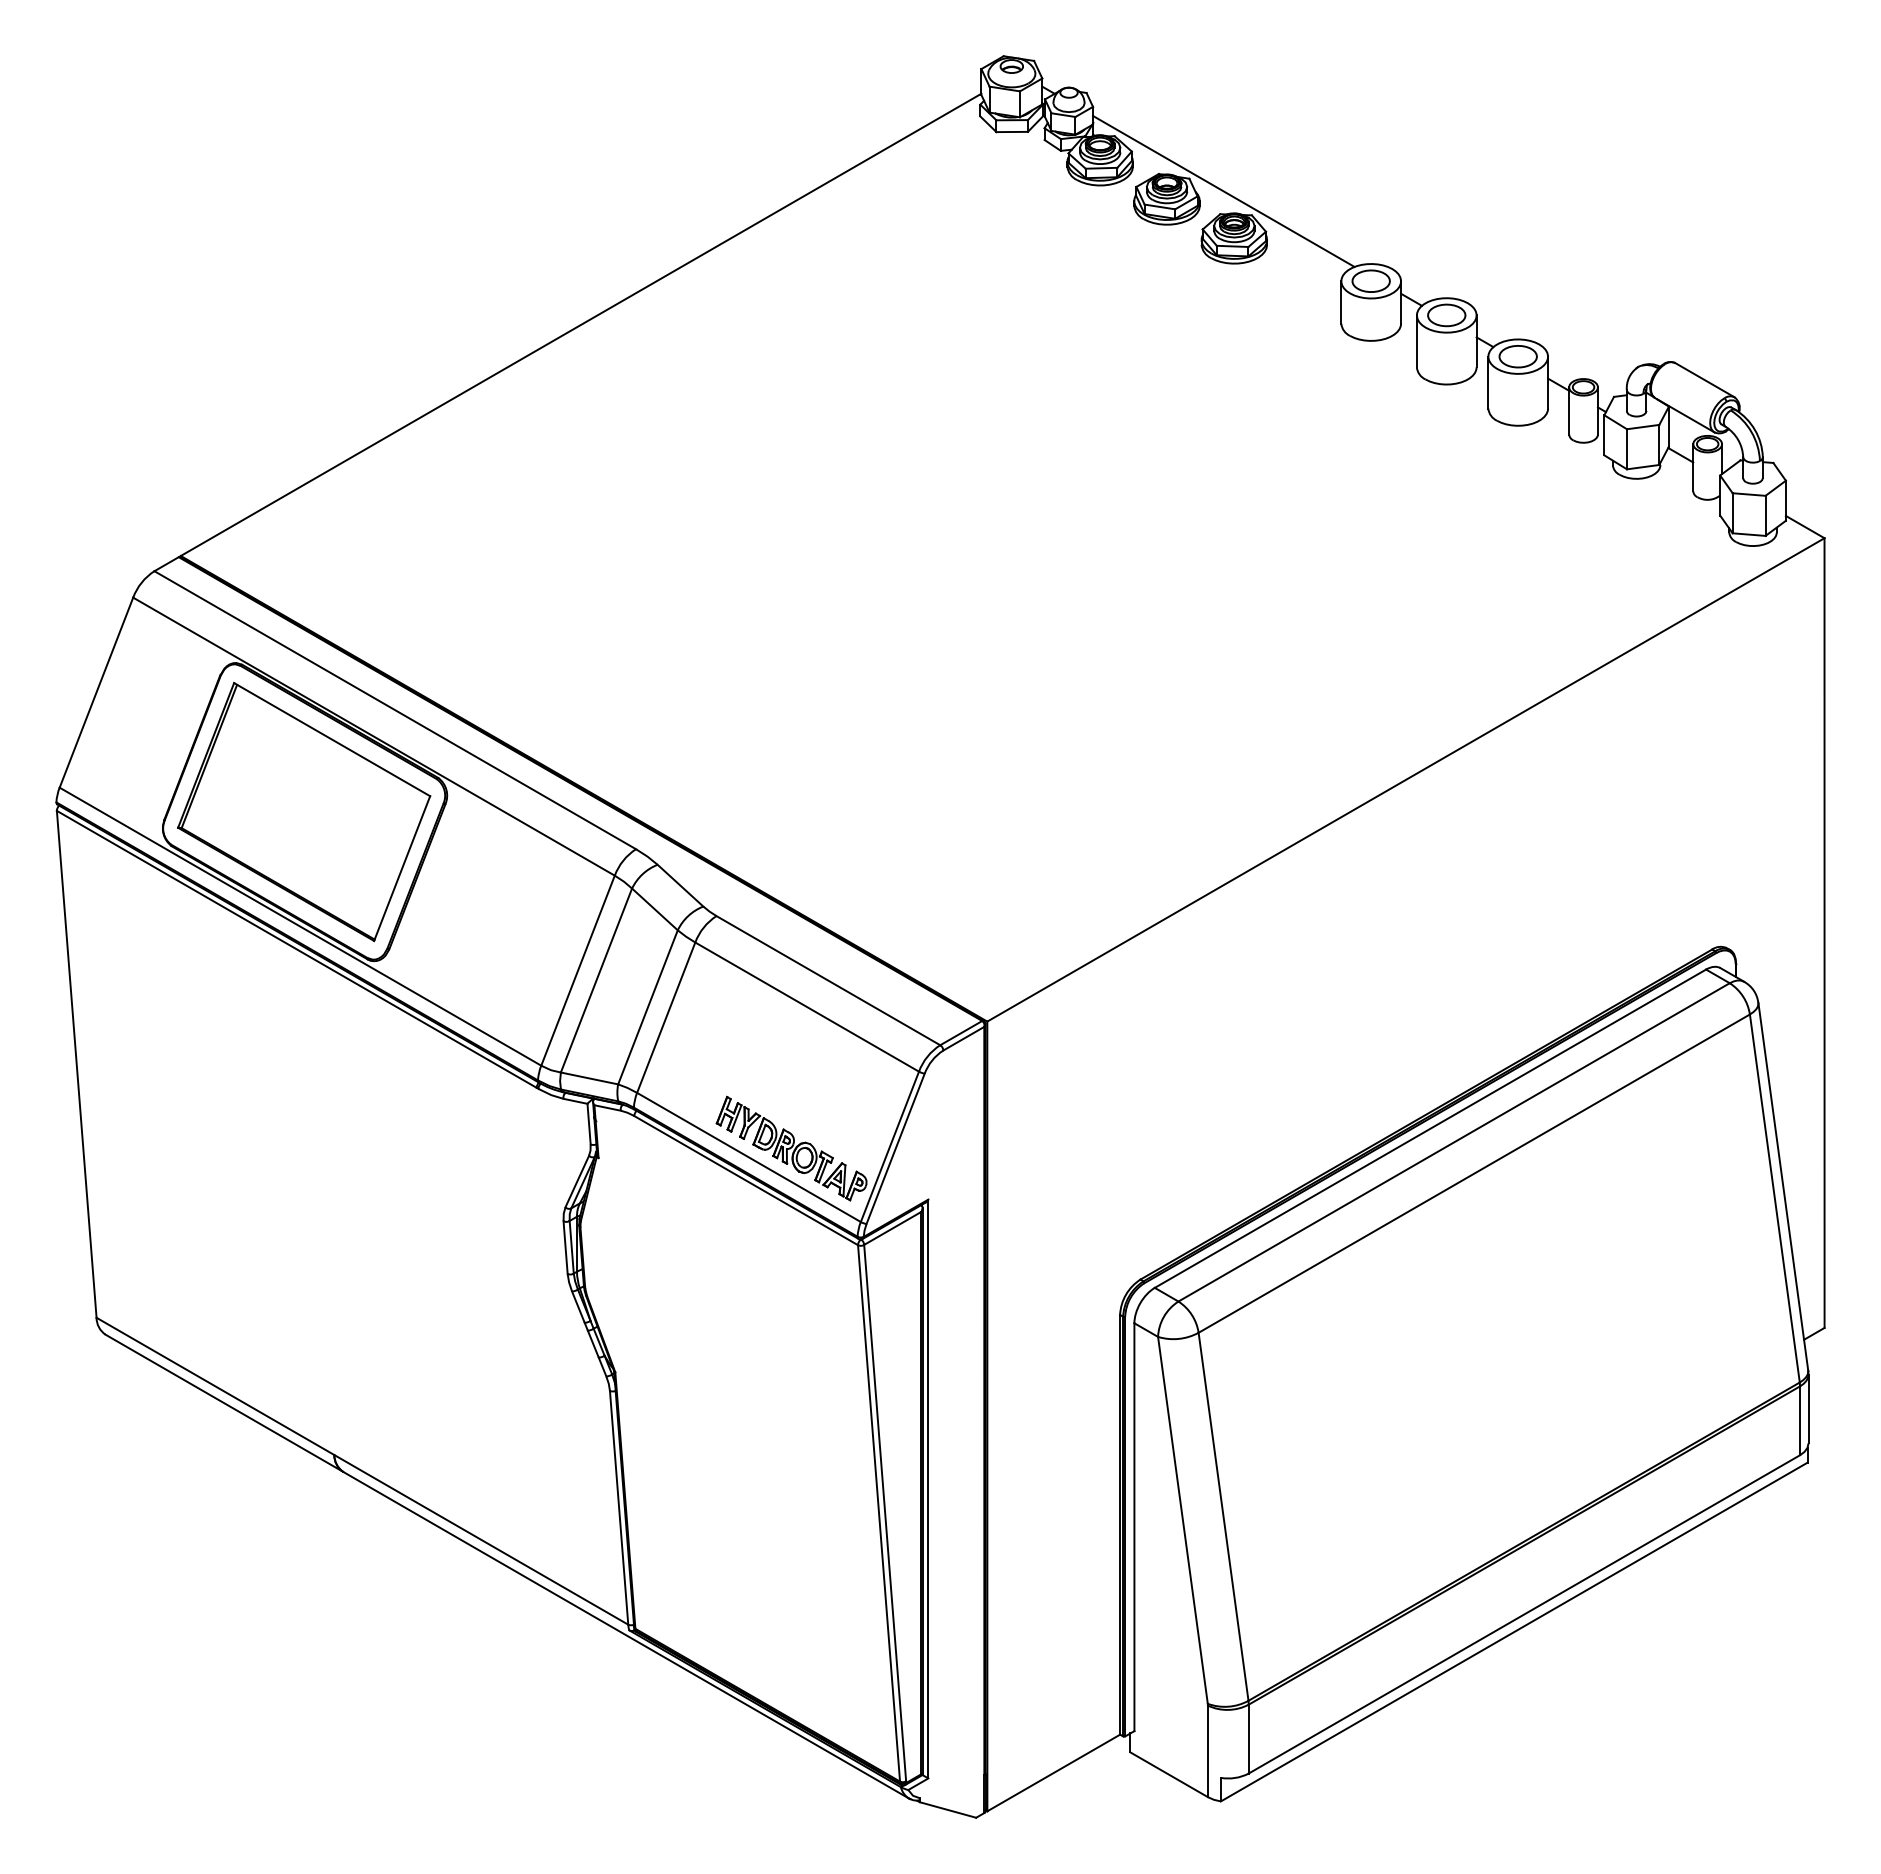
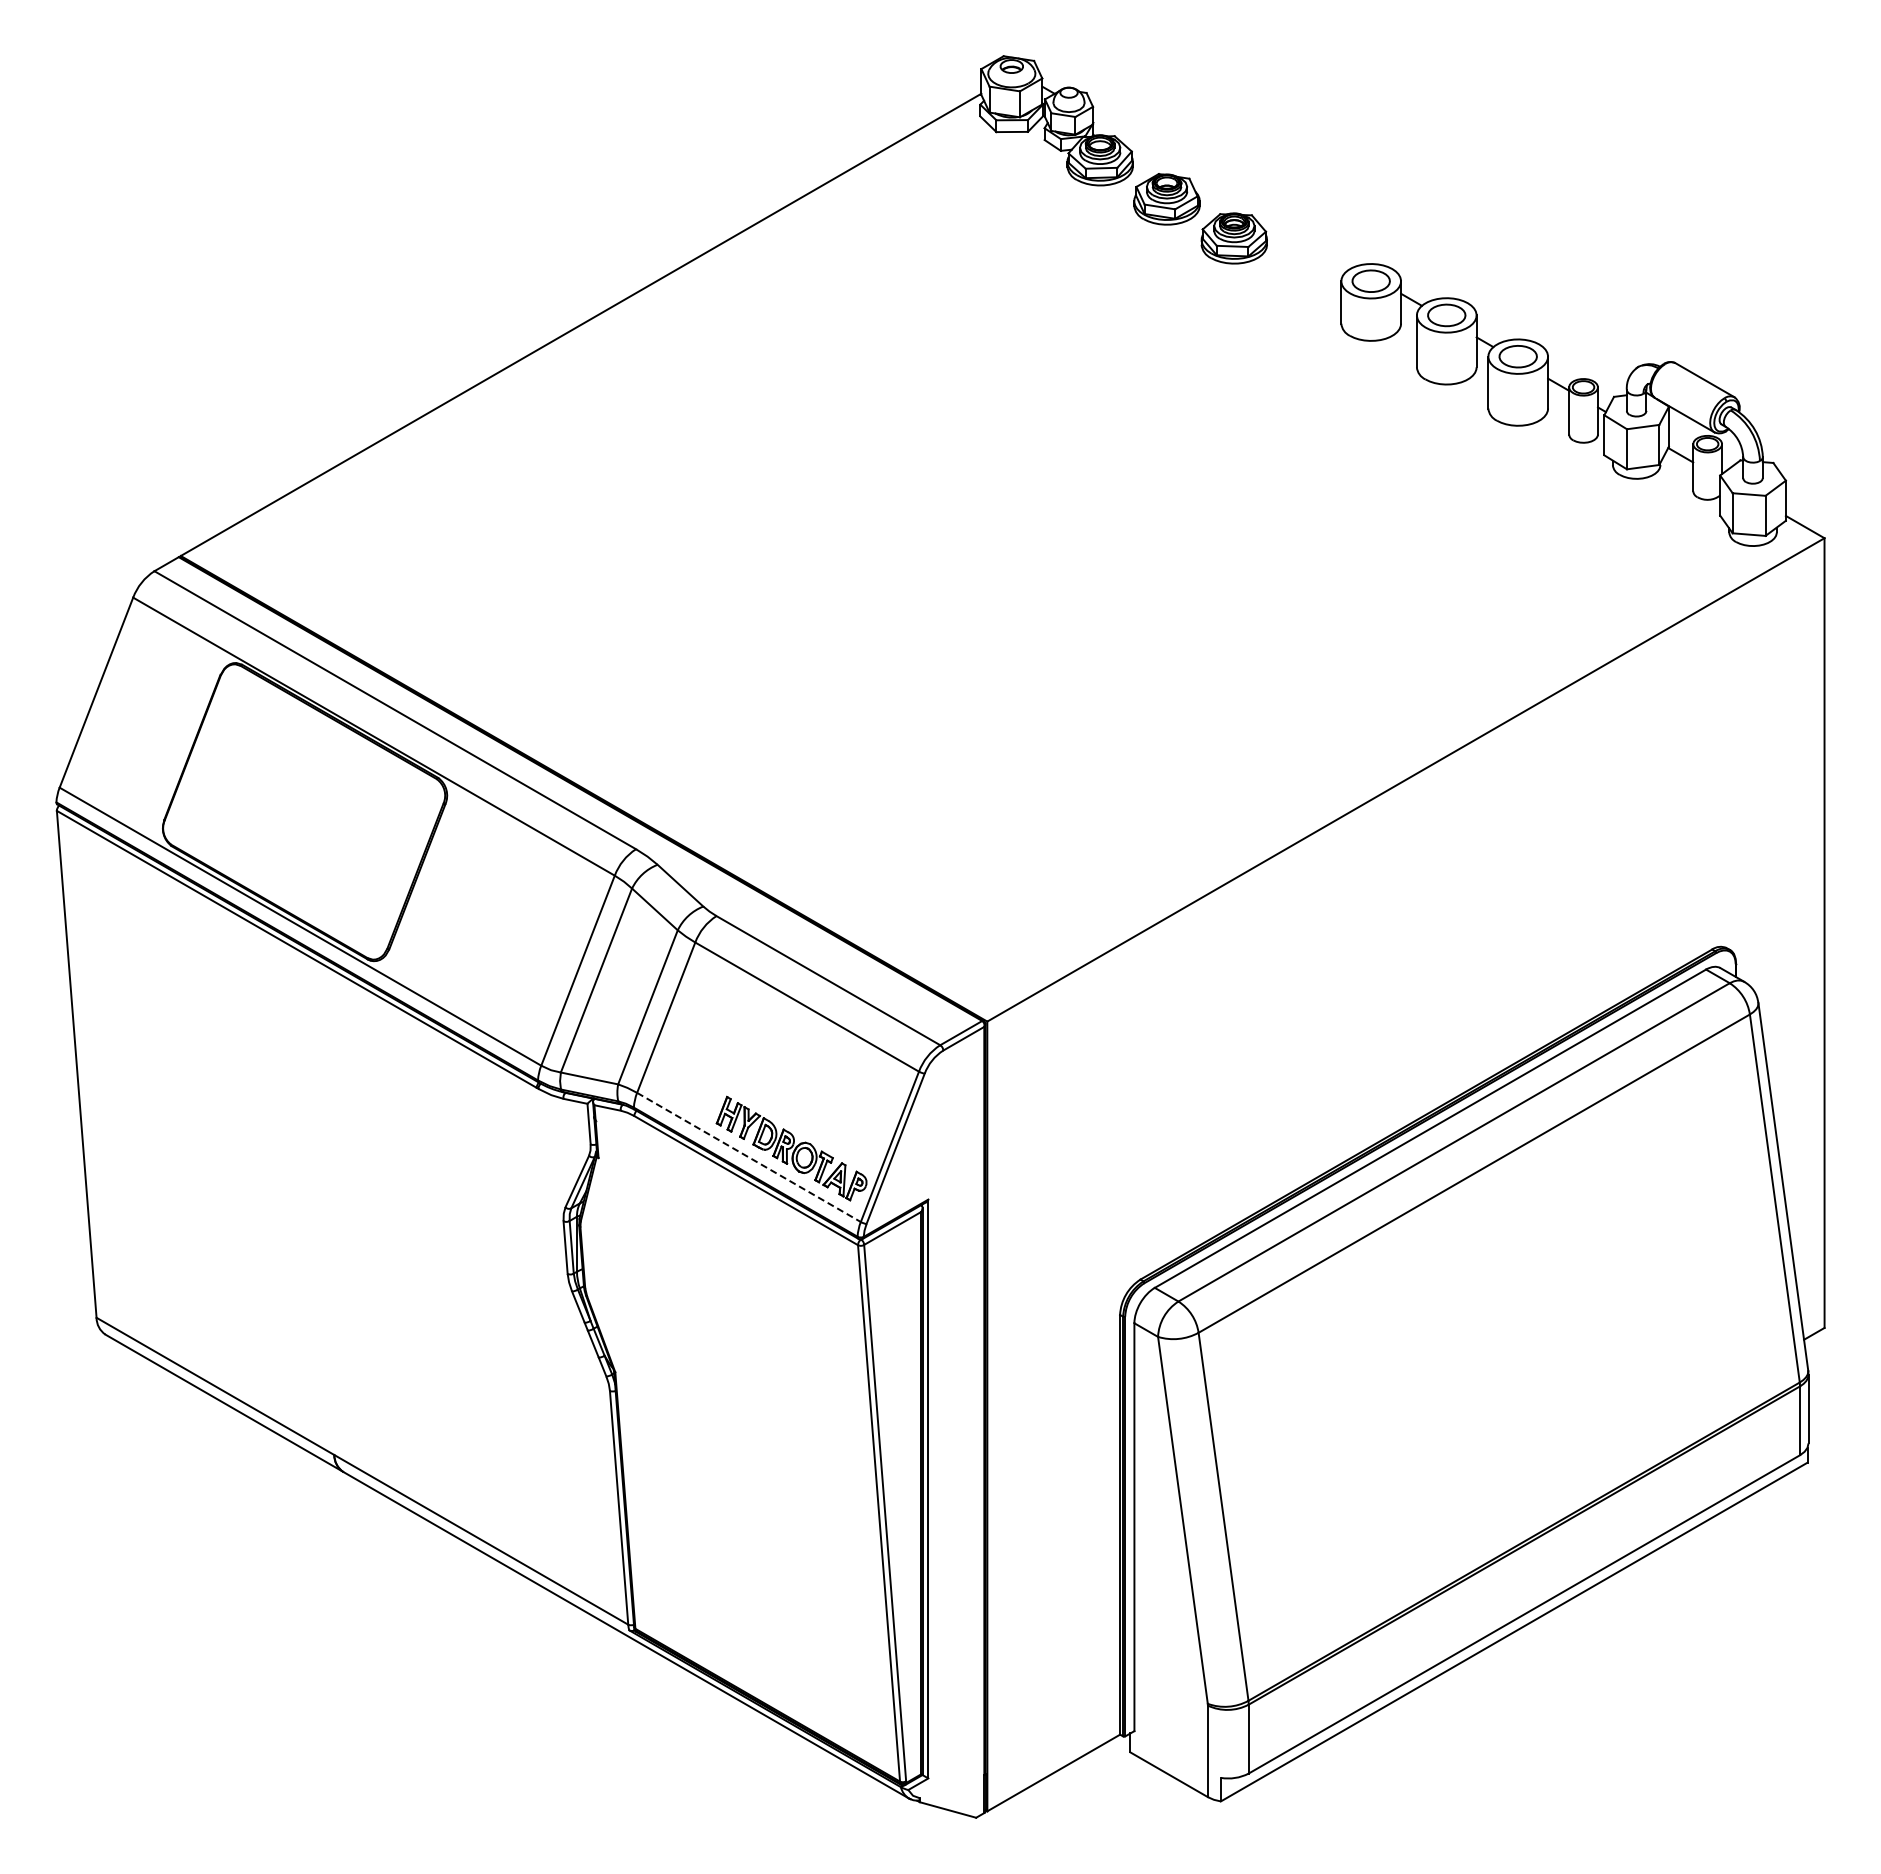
line at (1223, 190): present -> none
part at (304, 812): present -> none
line at (749, 1157): solid -> dashed
